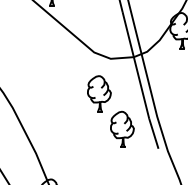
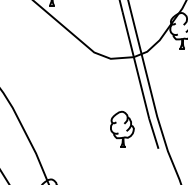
part at (99, 93): present -> none
